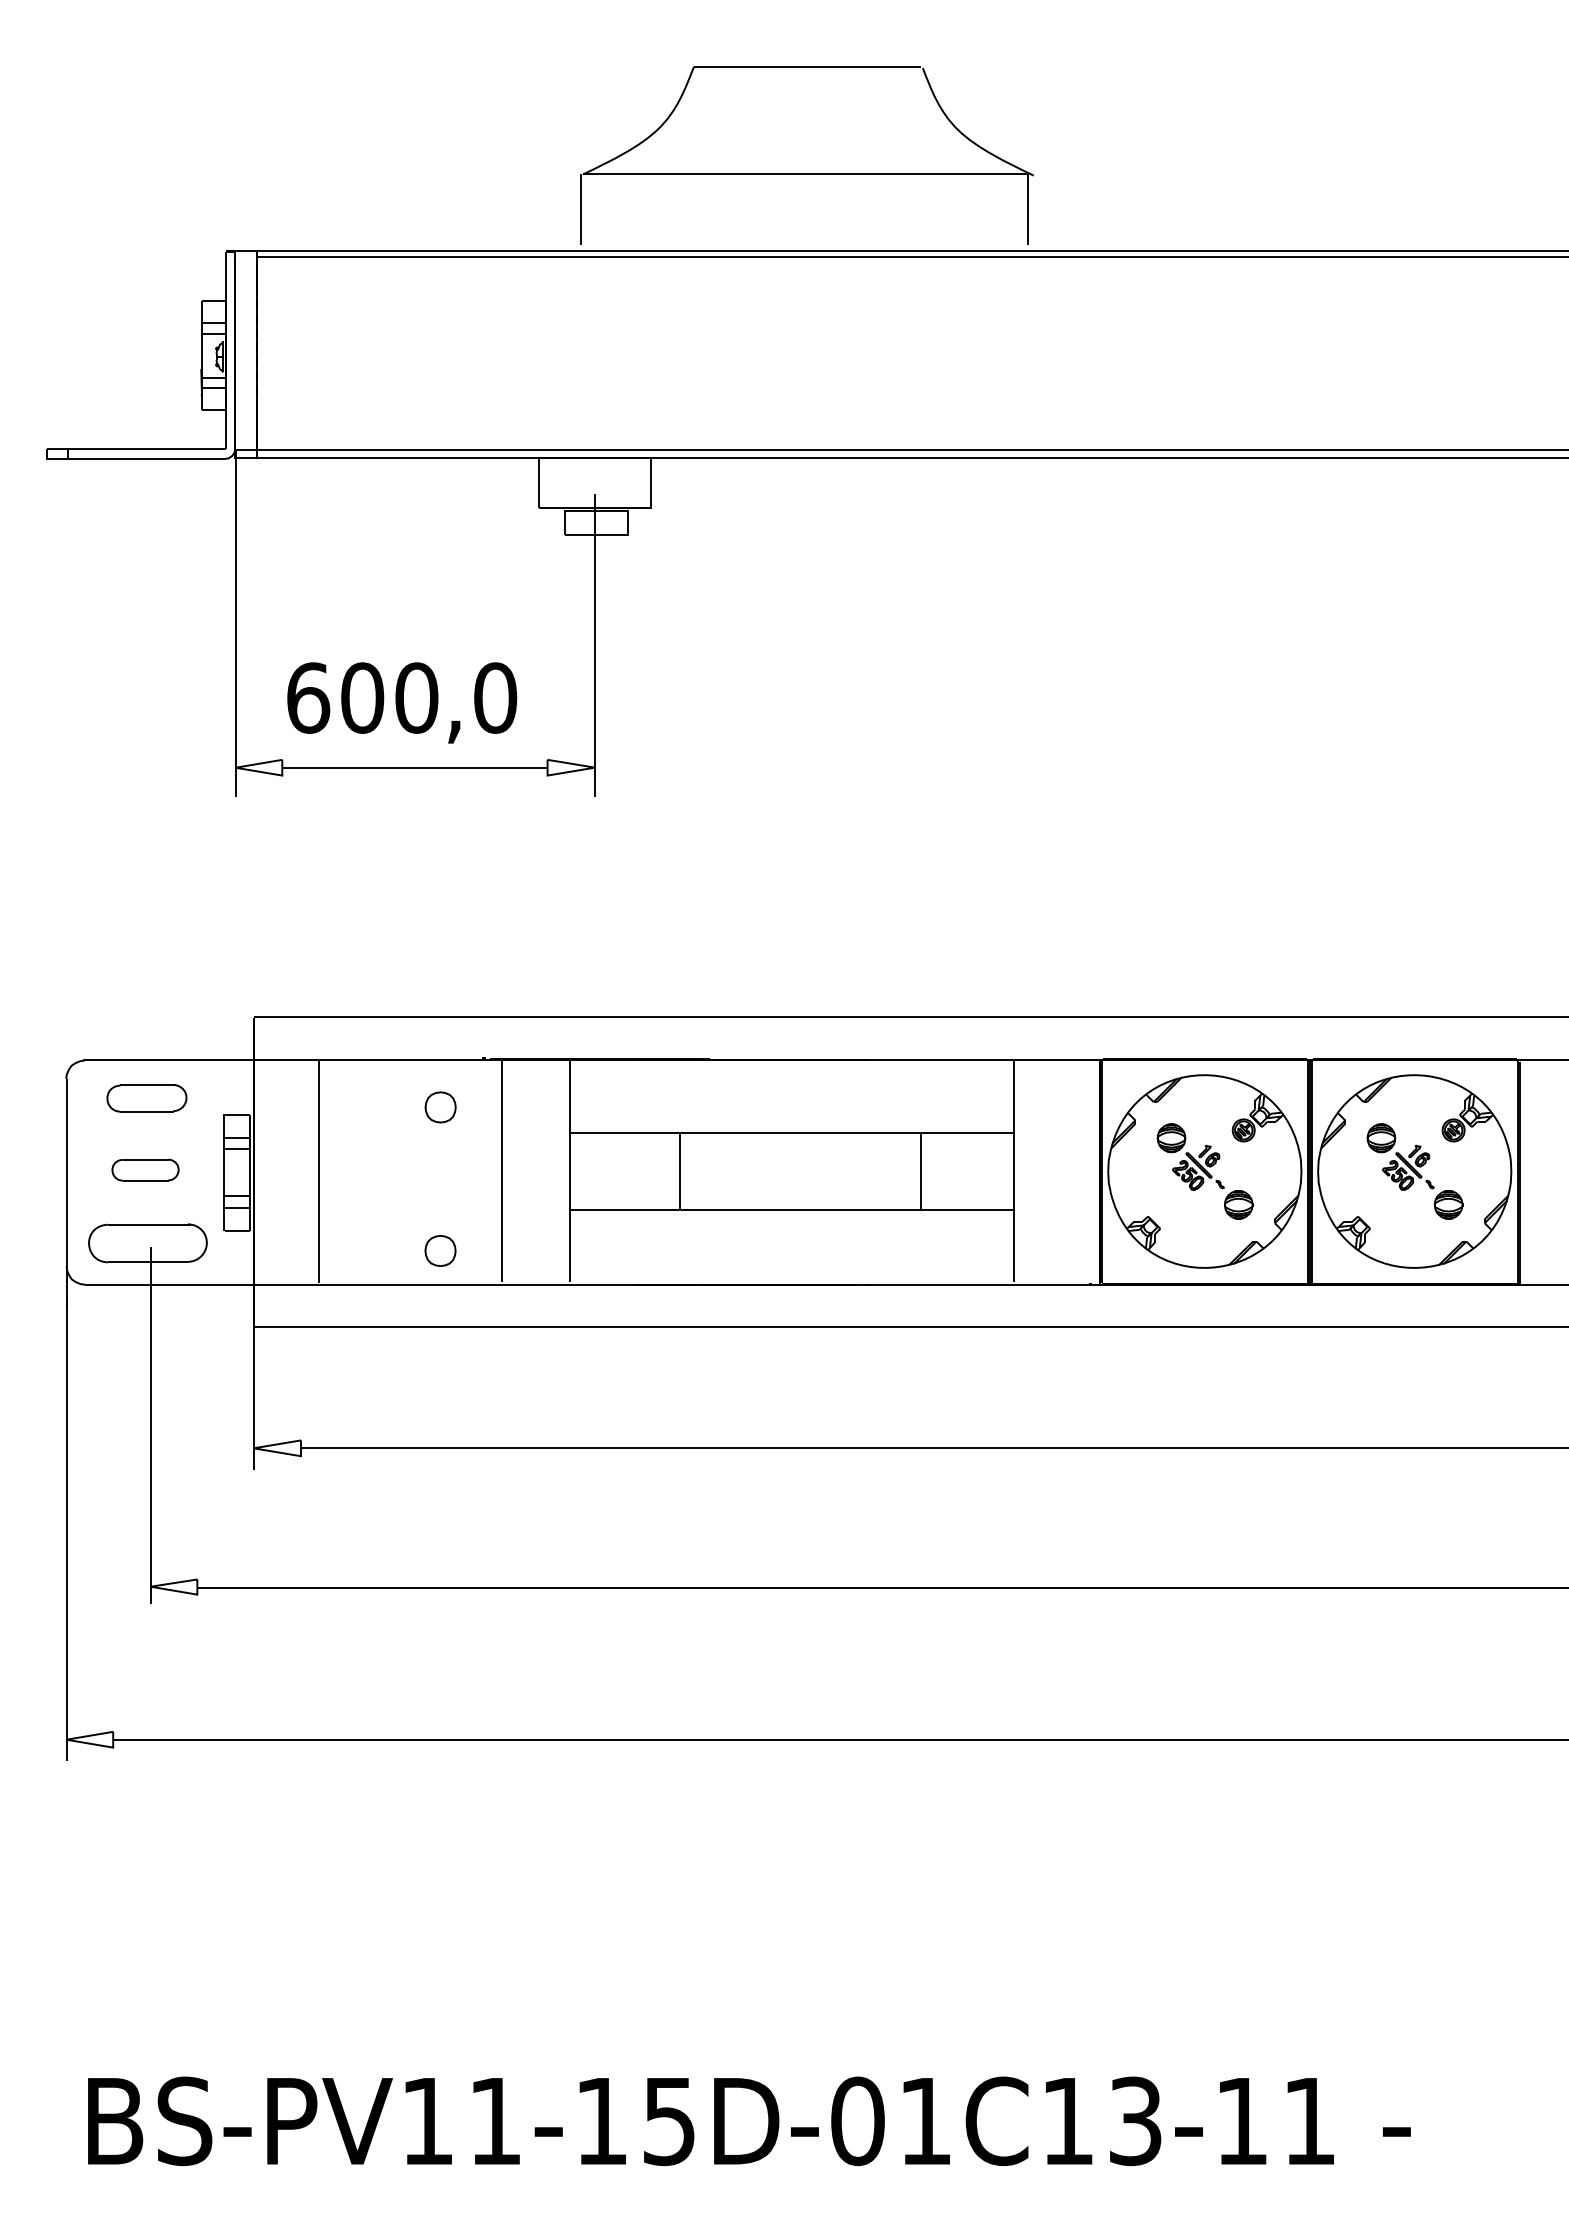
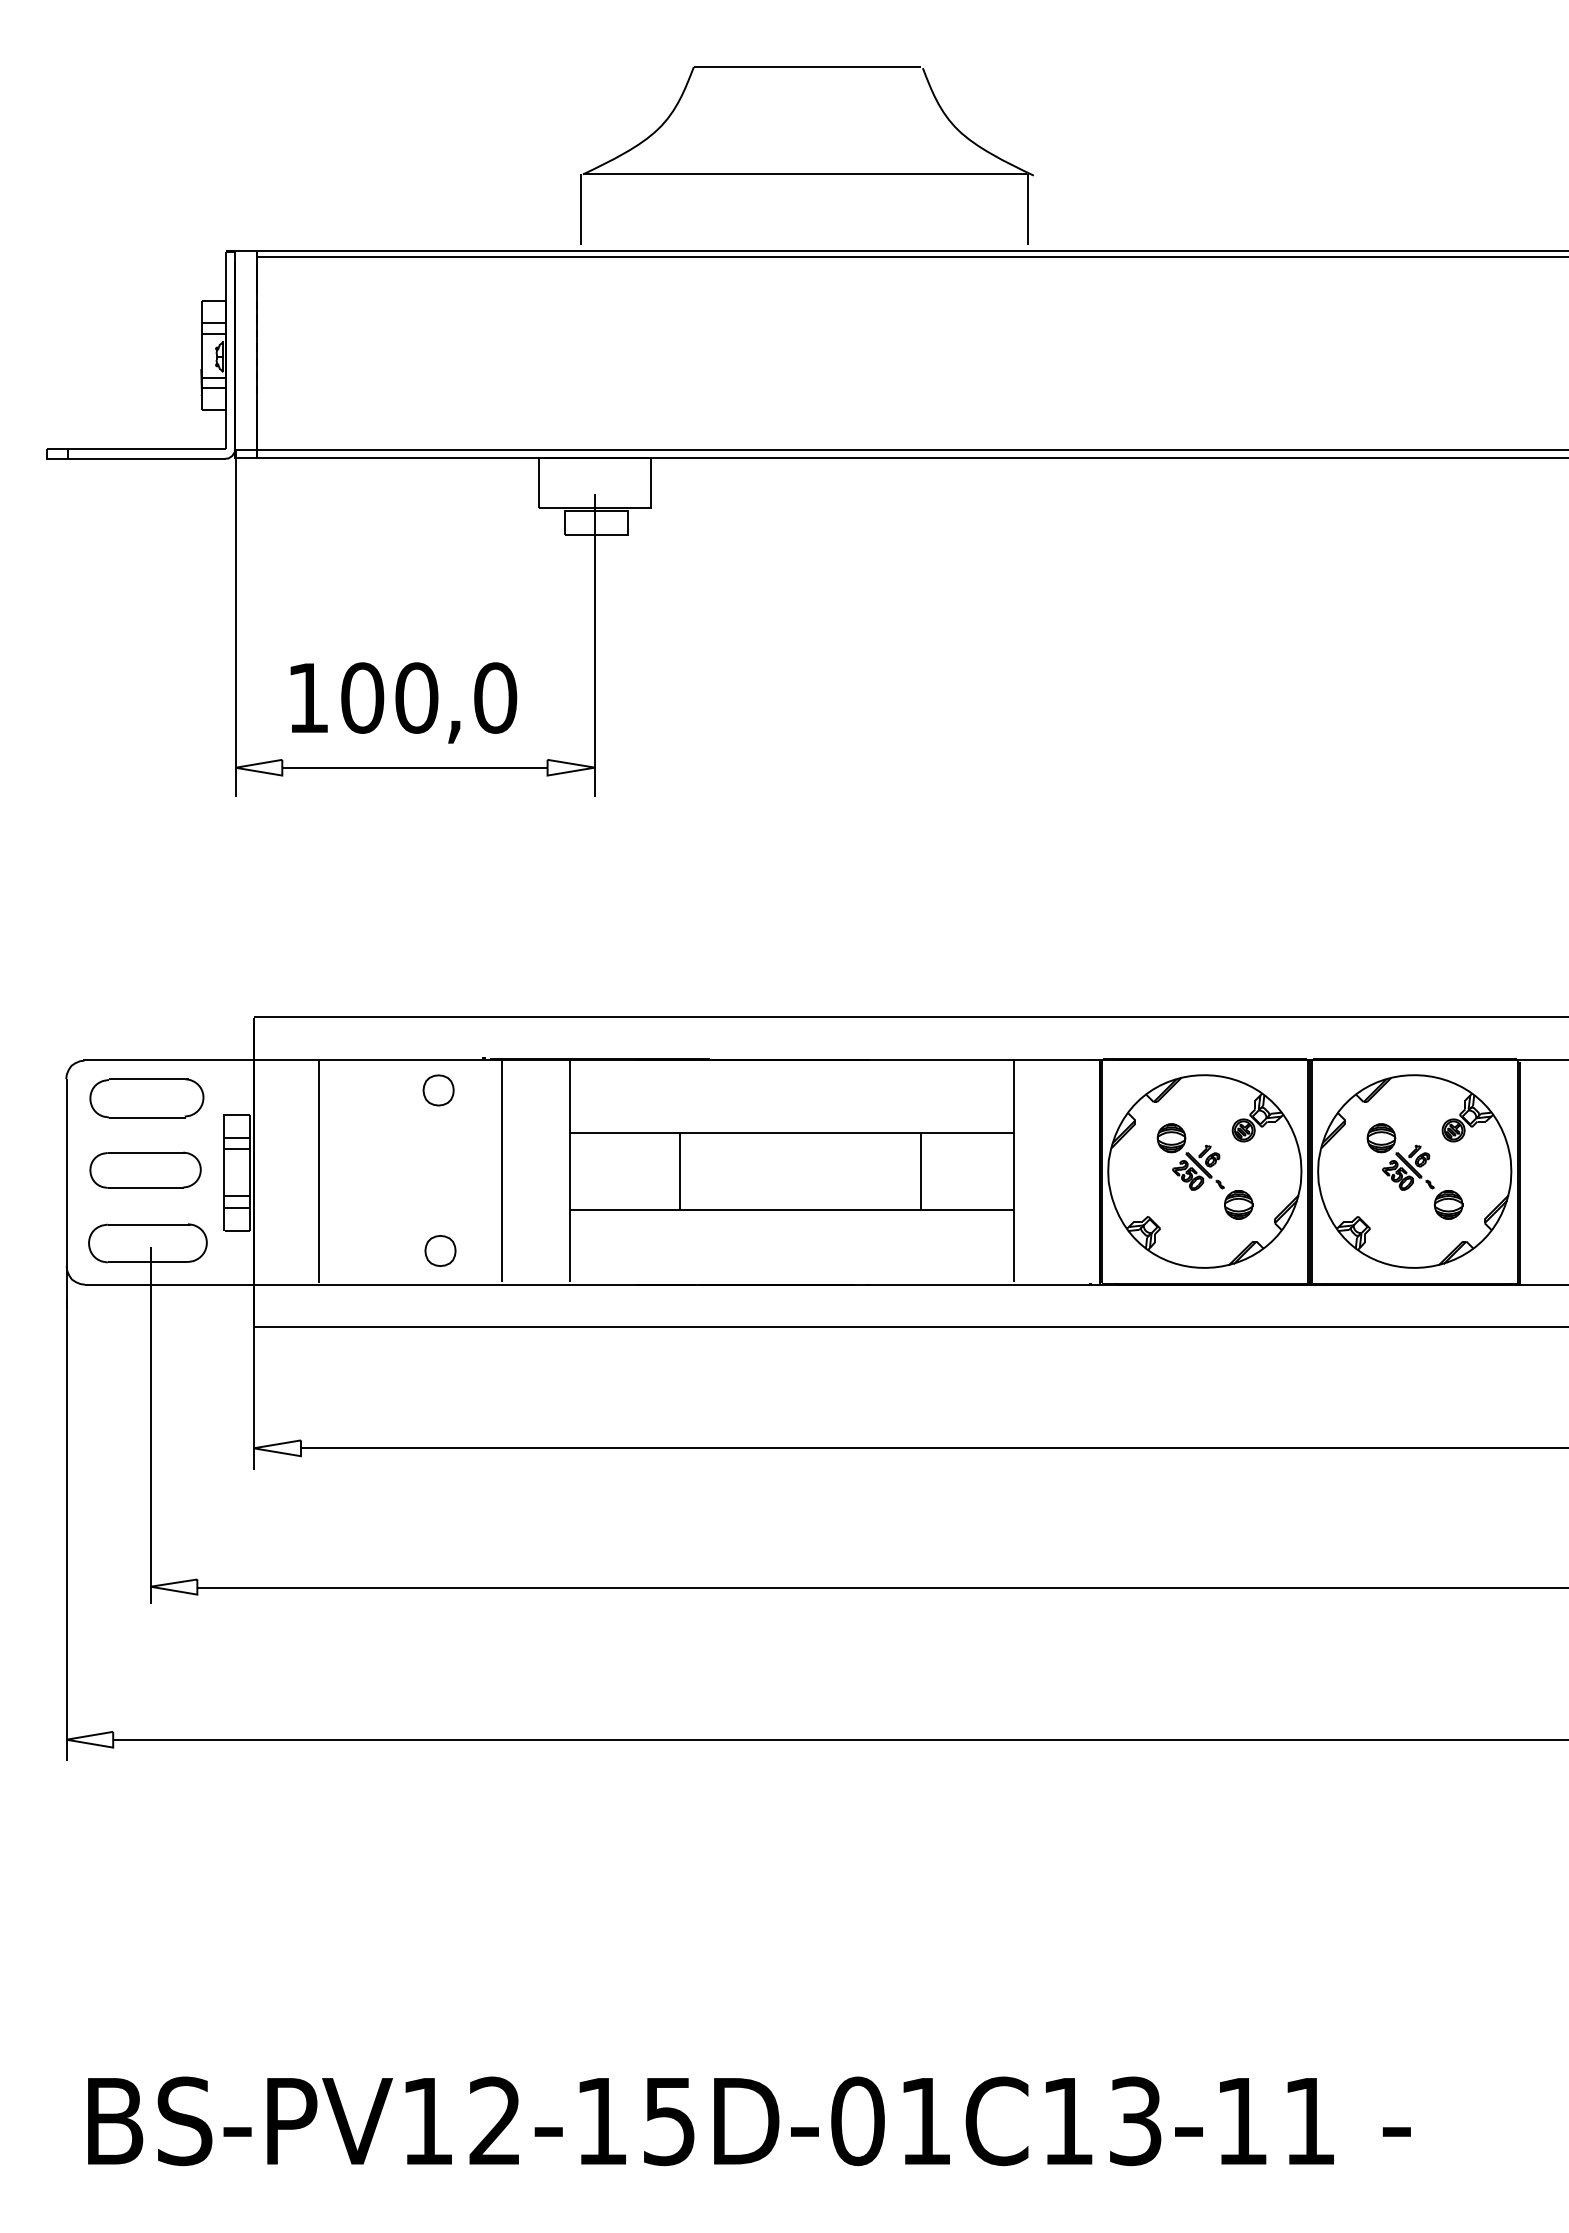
text at (308, 697): 600 -> 100
part at (146, 1098) size: 82x29 px -> 116x41 px
part at (440, 1107) position: (440, 1107) -> (438, 1090)
part at (145, 1169) size: 69x24 px -> 113x38 px
text at (494, 2120): BS-PV11-15D-01C13-11 -> BS-PV12-15D-01C13-11
